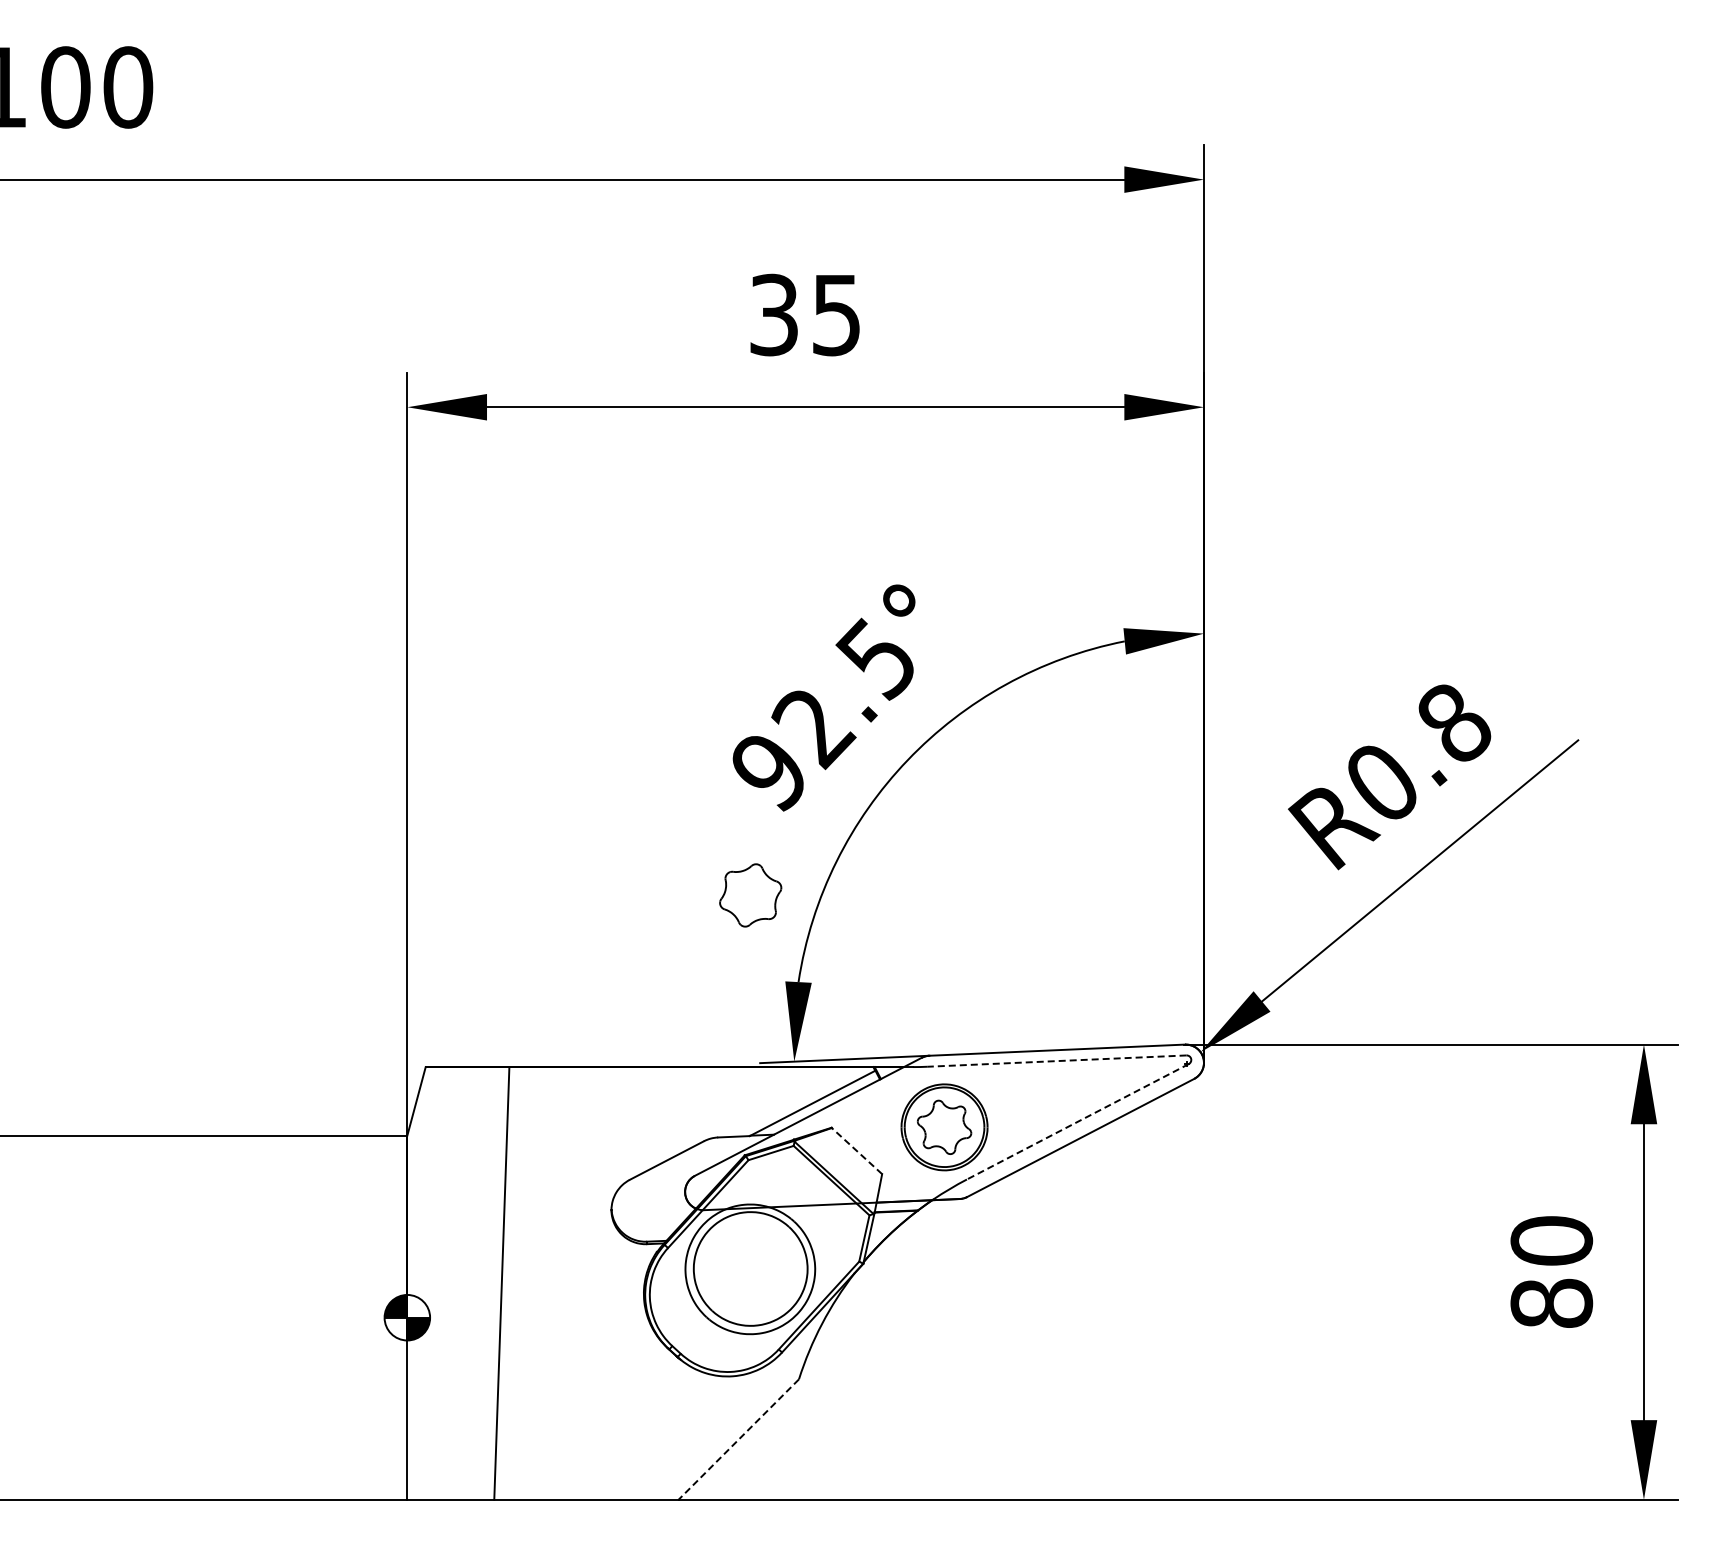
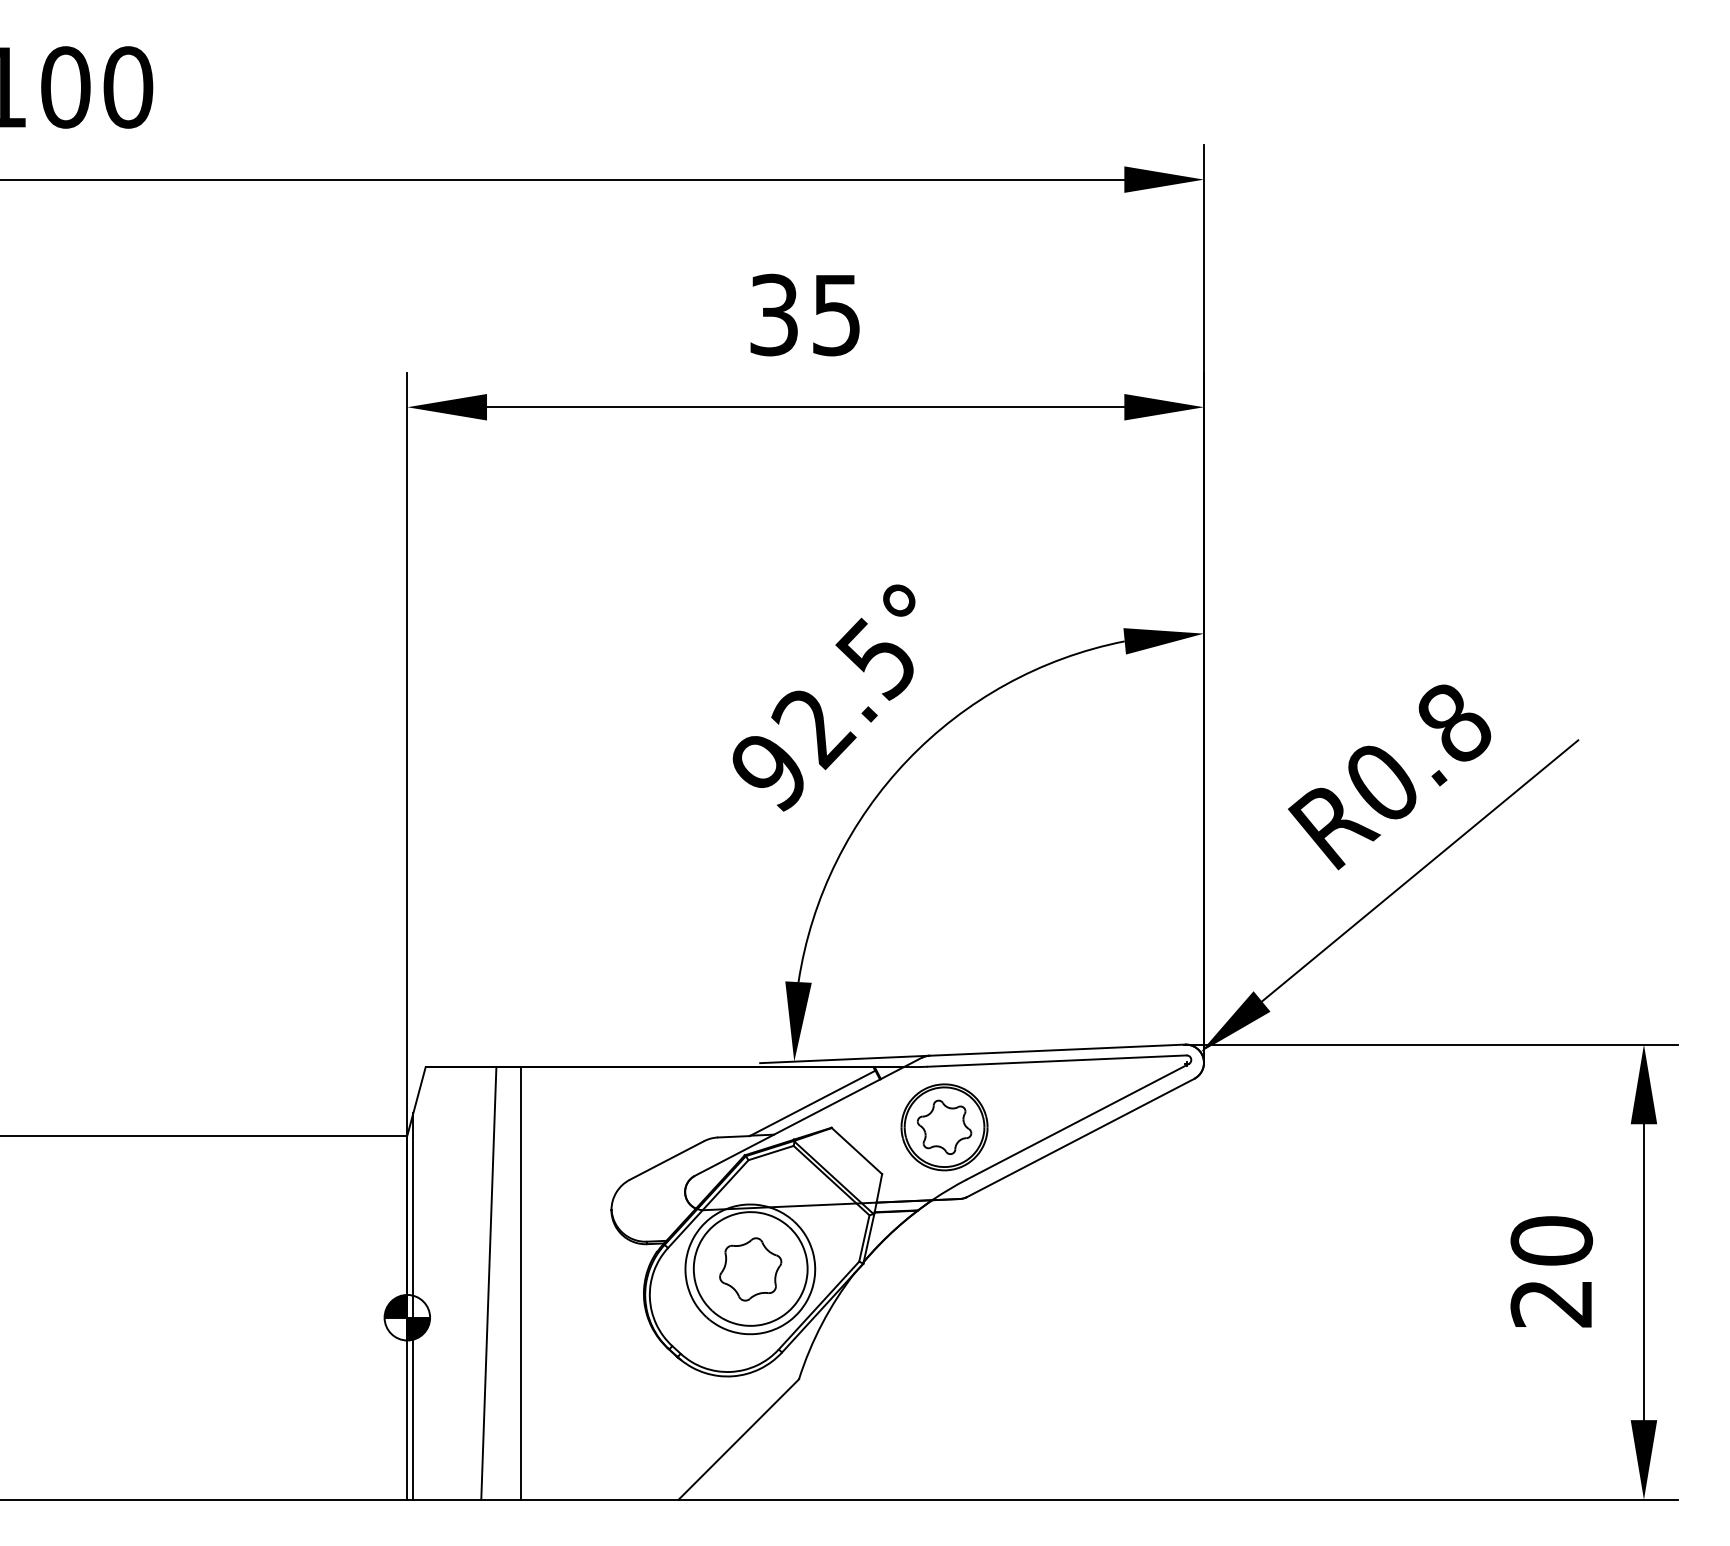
part at (750, 895) position: (750, 895) -> (750, 1269)
line at (1057, 1061): dashed -> solid
line at (1077, 1122): dashed -> solid
line at (856, 1150): dashed -> solid
line at (501, 1283) position: (501, 1283) -> (488, 1283)
line at (521, 1283): none -> present
text at (1551, 1302): 80 -> 20
line at (413, 1305): none -> present
line at (738, 1439): dashed -> solid
